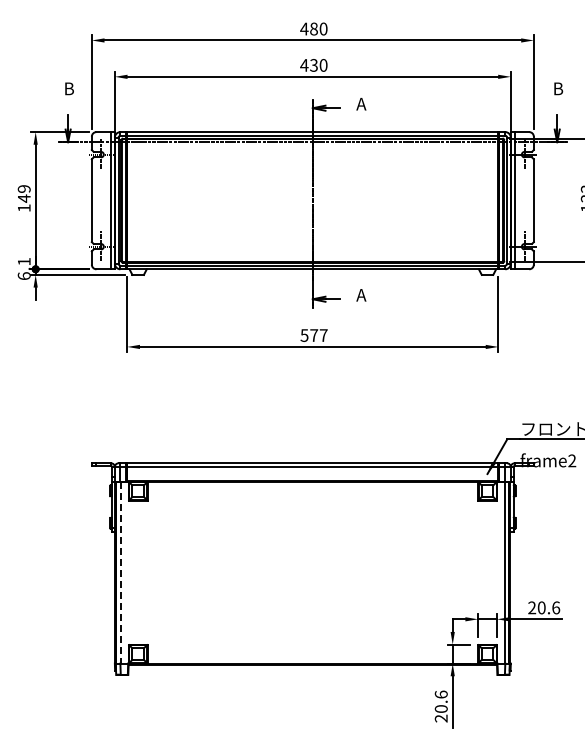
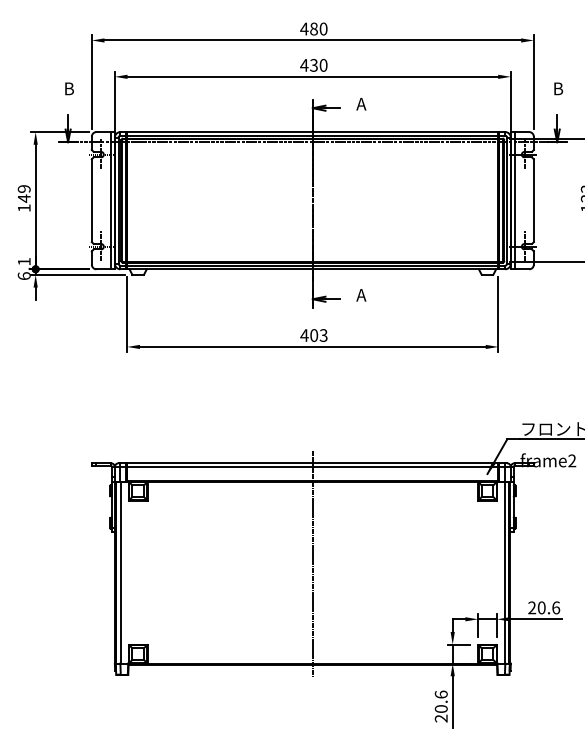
text at (313, 335): 577 -> 403
line at (312, 563): none -> present
line at (120, 572): dashed -> solid
